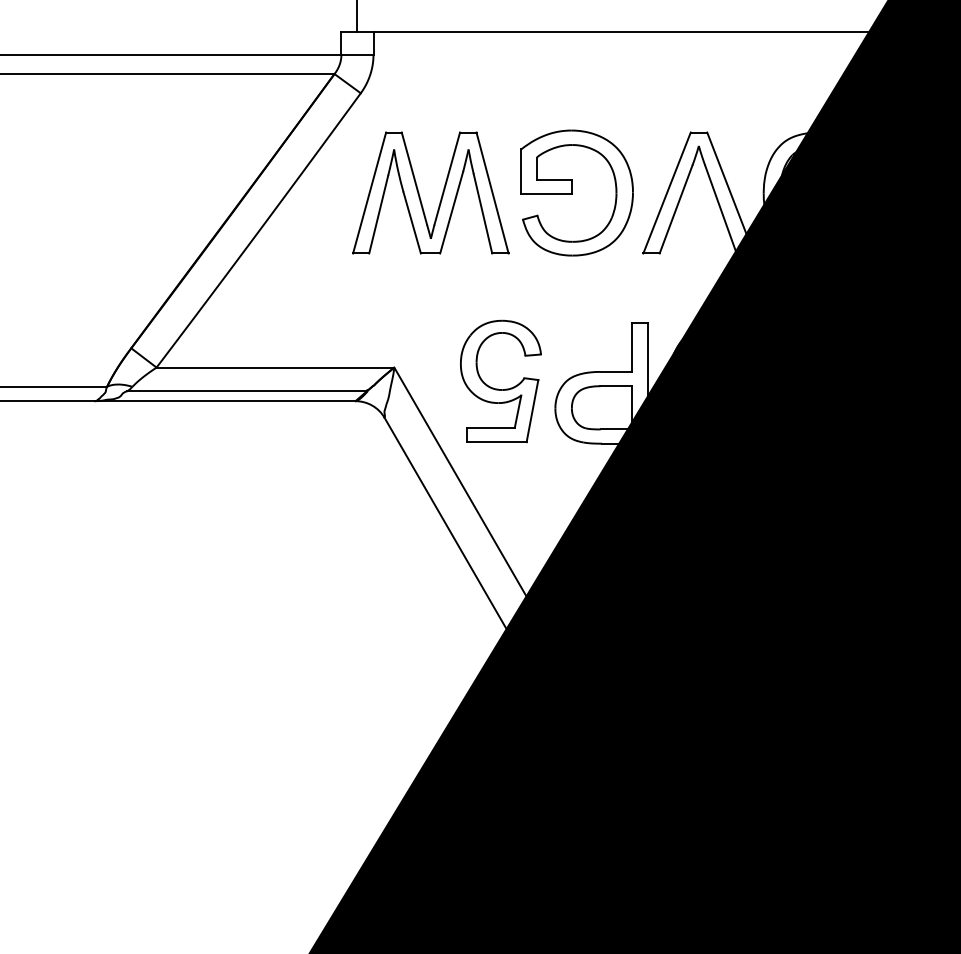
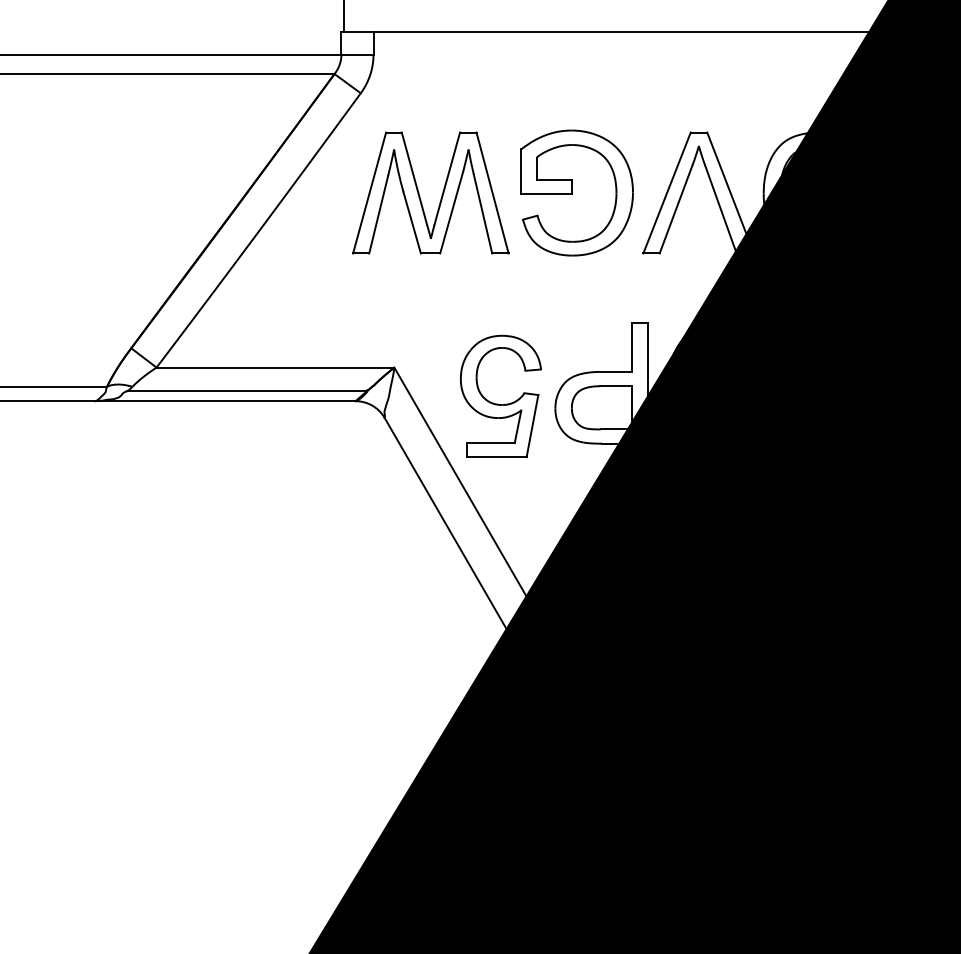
line at (356, 16) position: (356, 16) -> (343, 16)
part at (498, 388) position: (498, 388) -> (498, 403)
